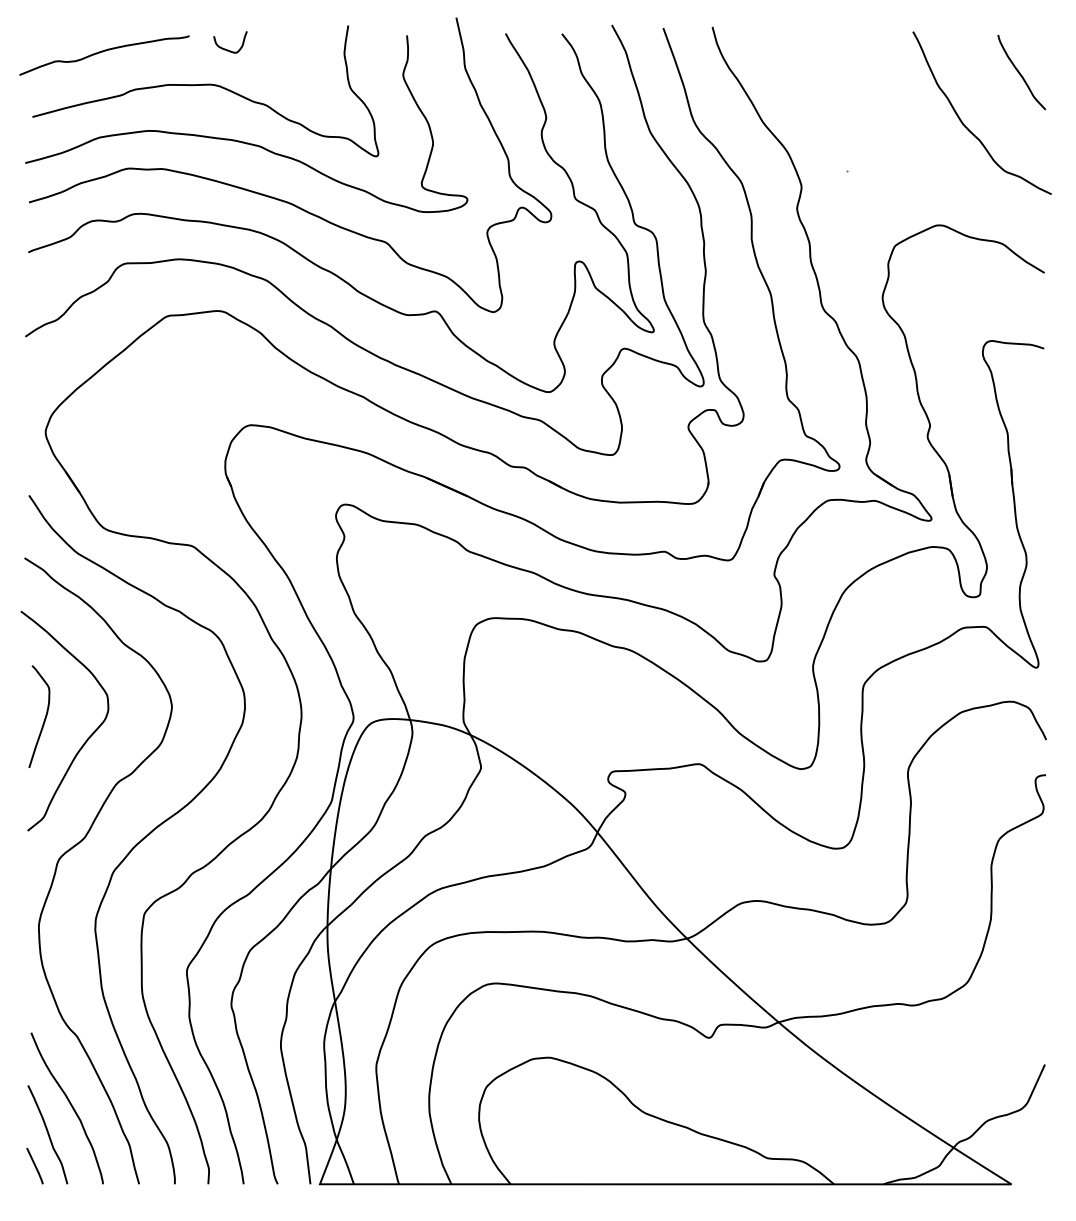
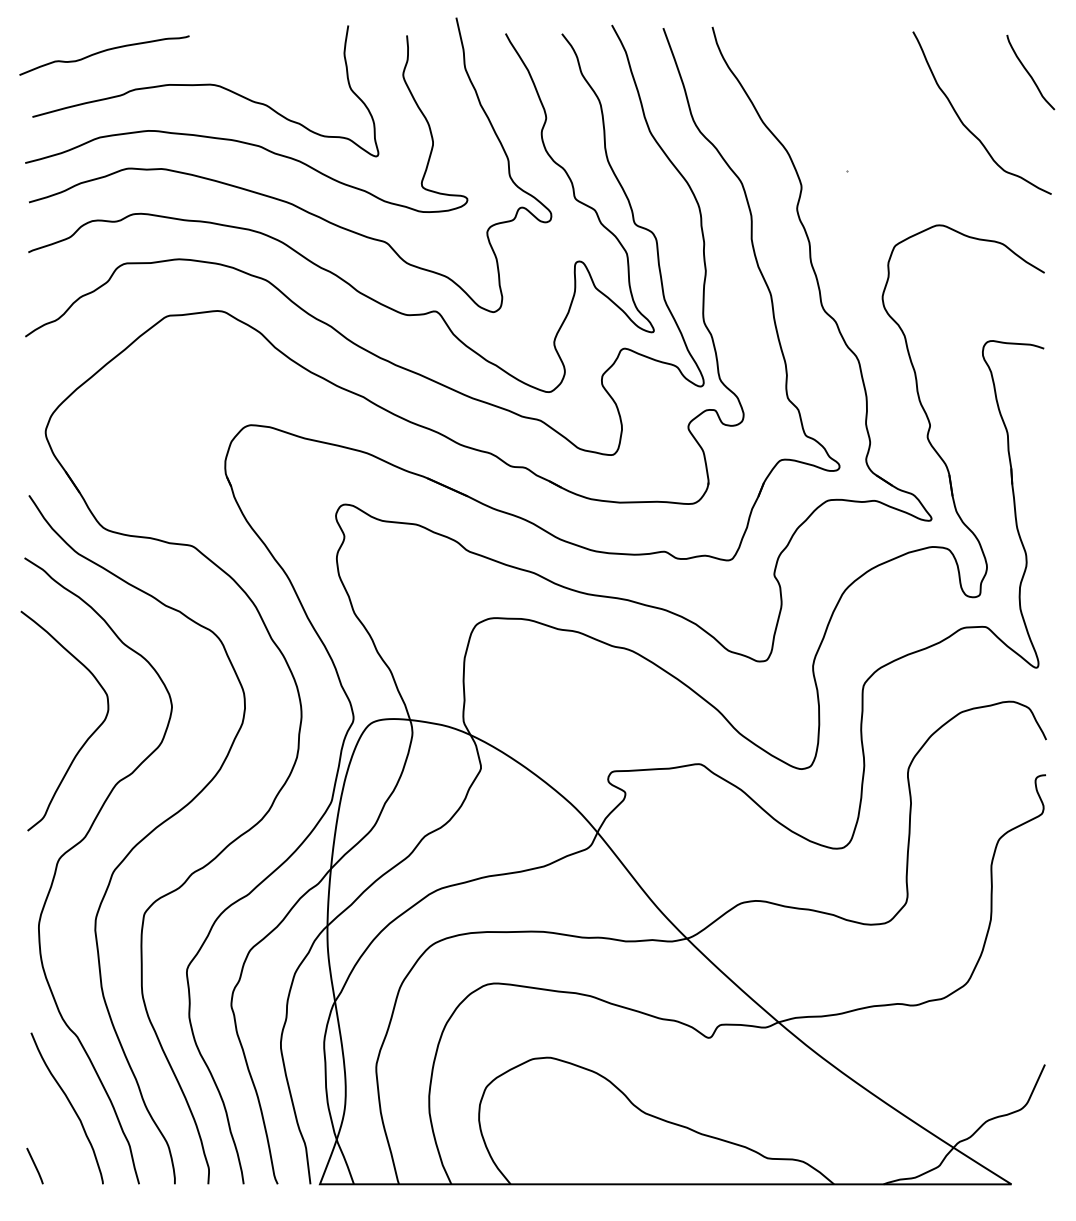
curve at (228, 49): present -> none
curve at (1020, 72) position: (1020, 72) -> (1029, 72)
curve at (44, 717): present -> none
curve at (47, 1134): present -> none
